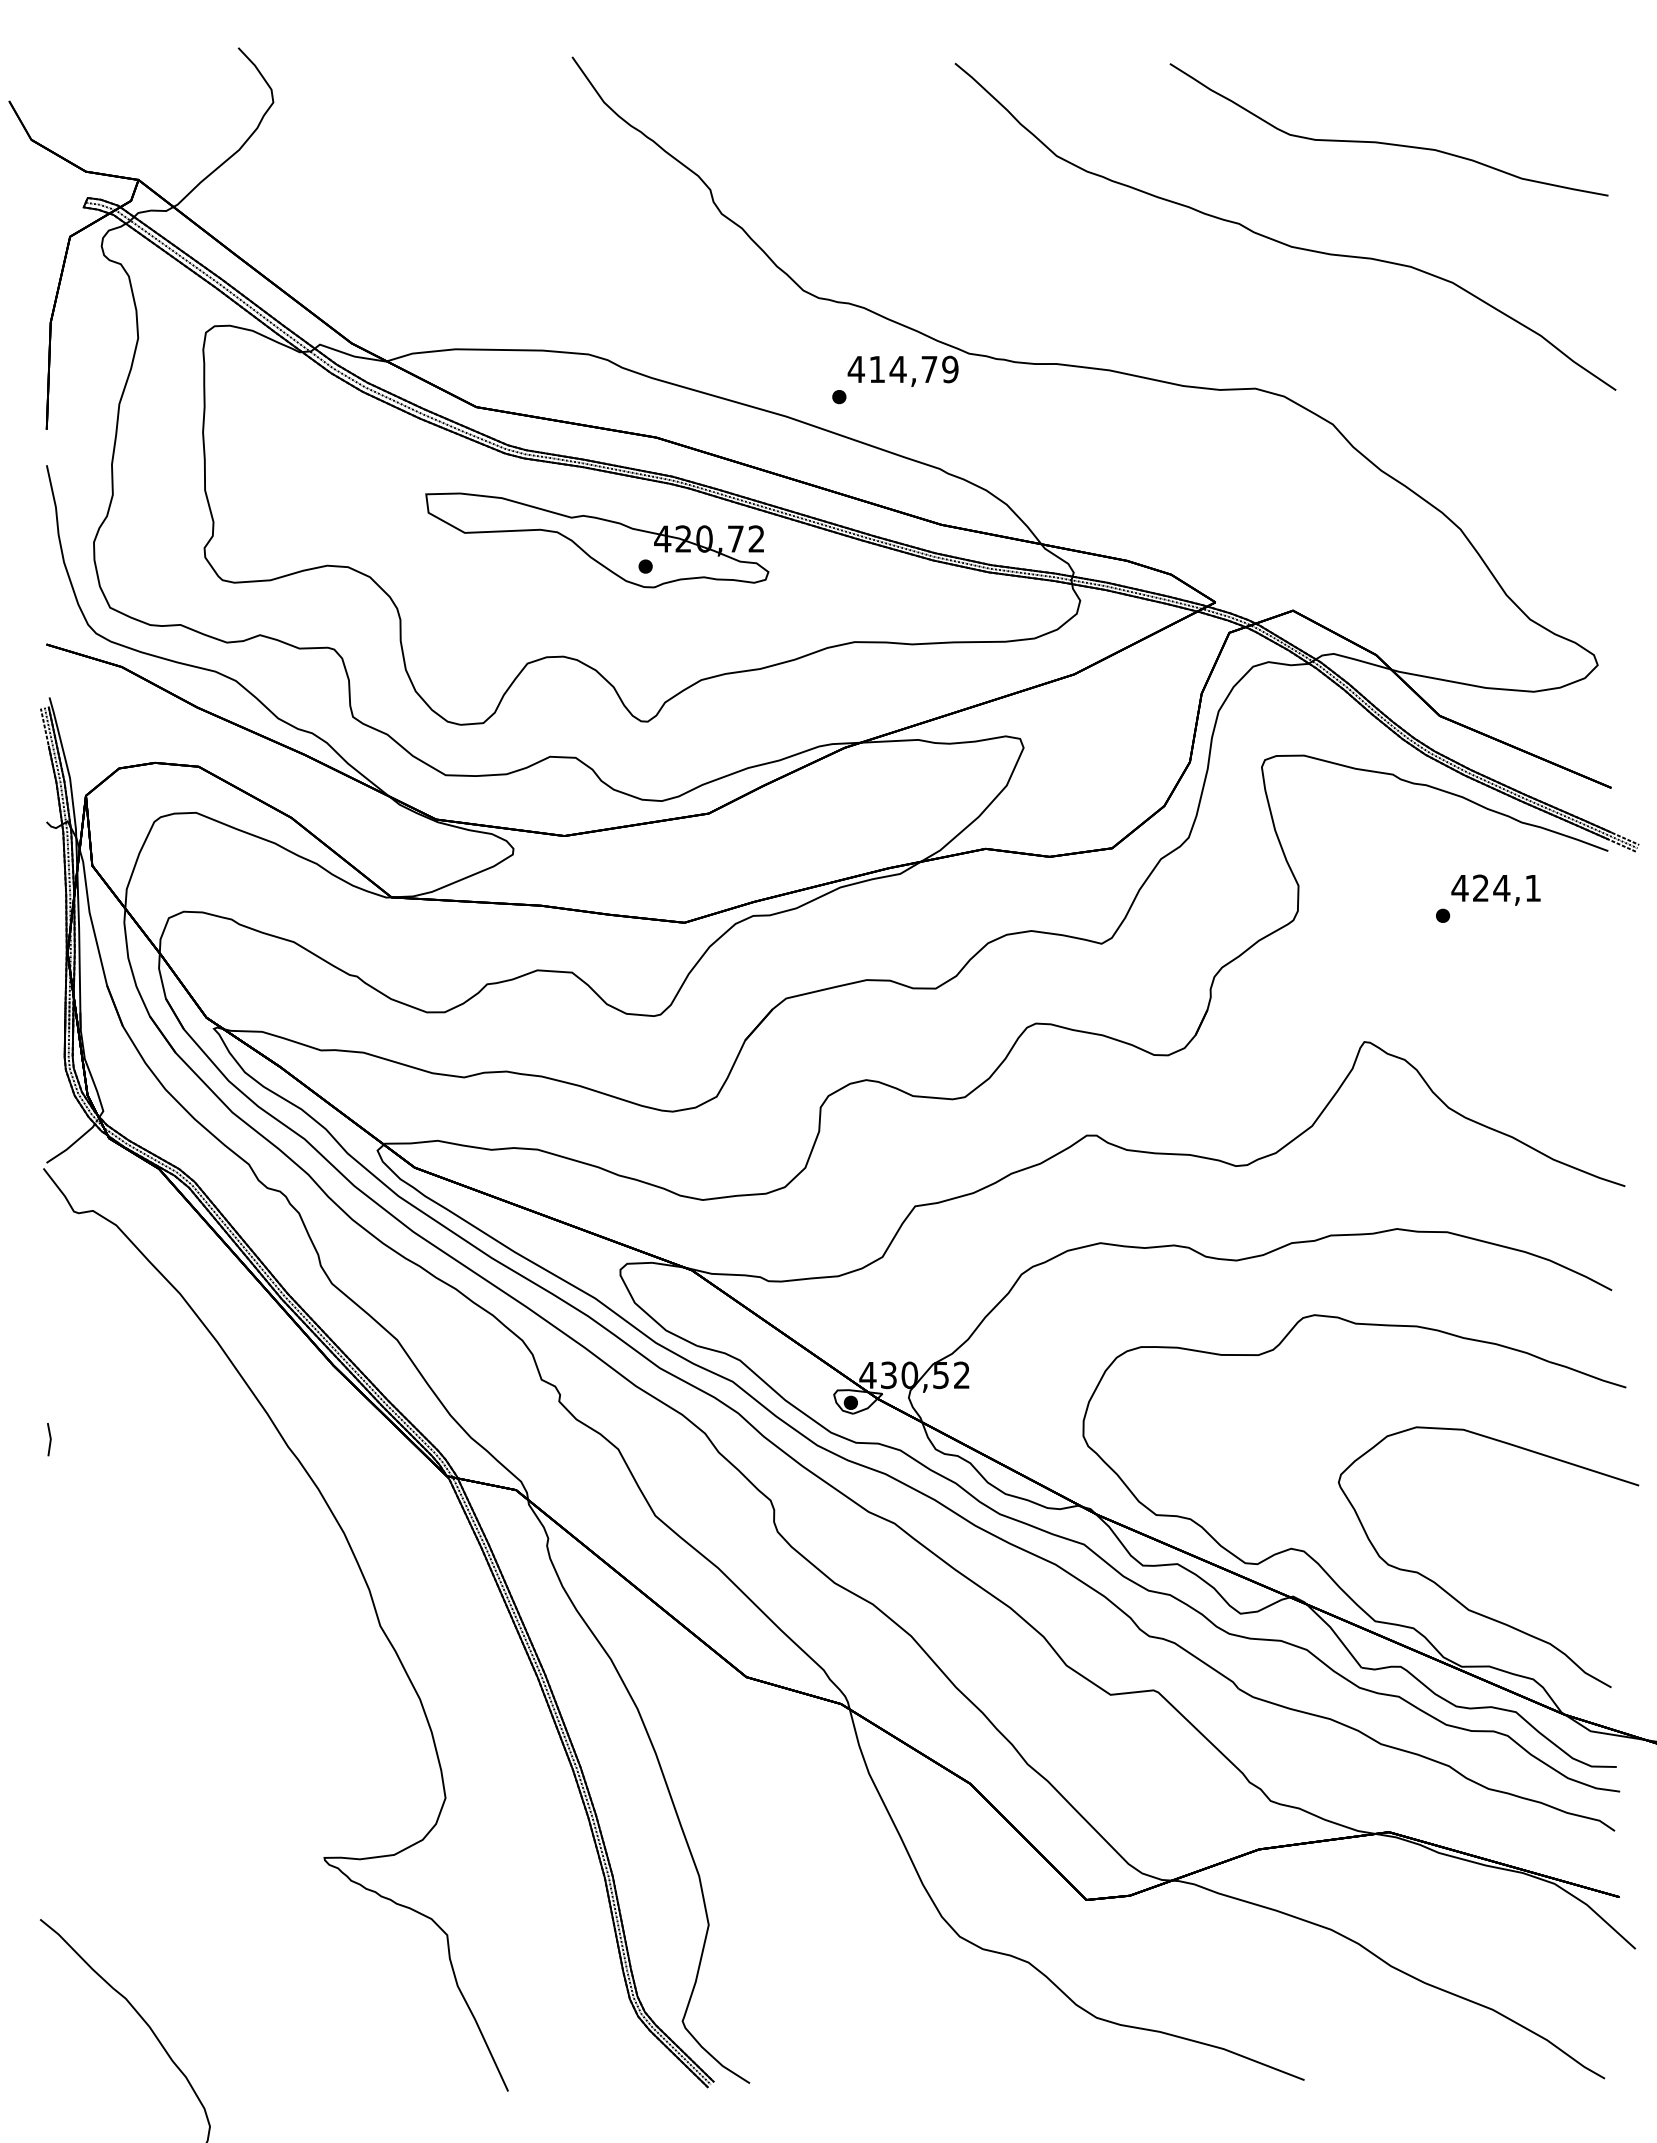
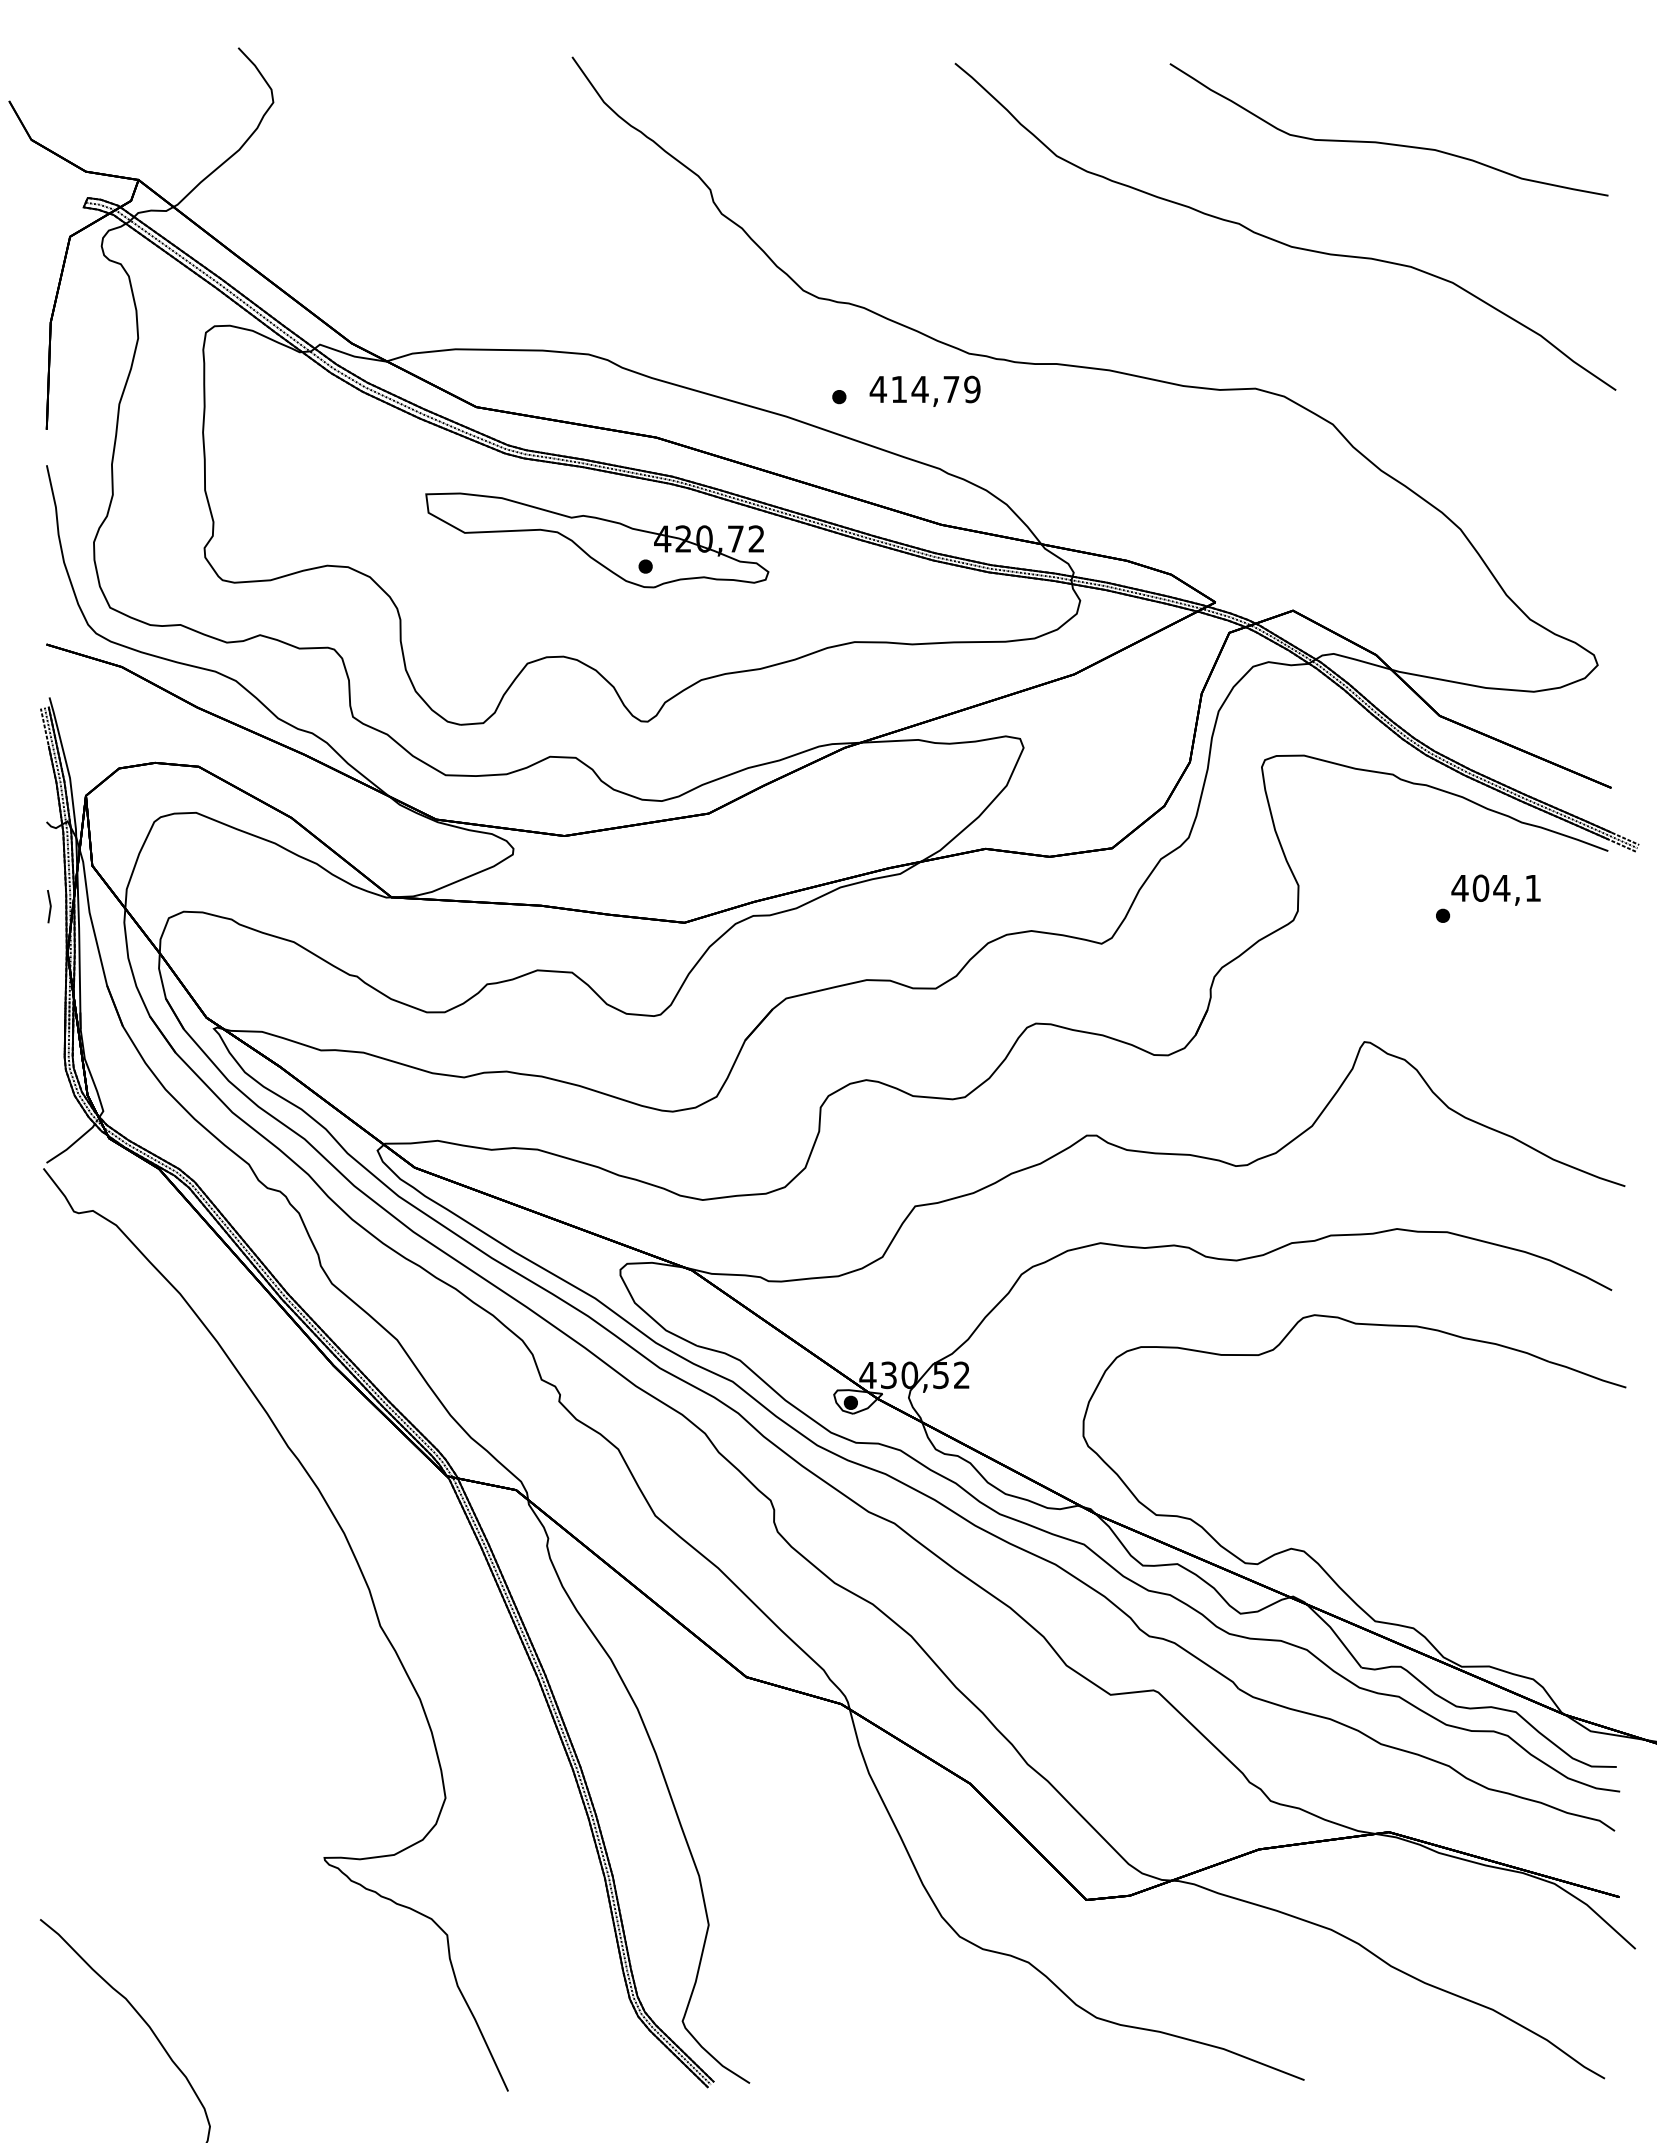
text at (902, 370) position: (902, 370) -> (924, 390)
text at (1480, 887): 424,1 -> 404,1
line at (49, 1439) position: (49, 1439) -> (49, 906)
curve at (1457, 1599): present -> none
